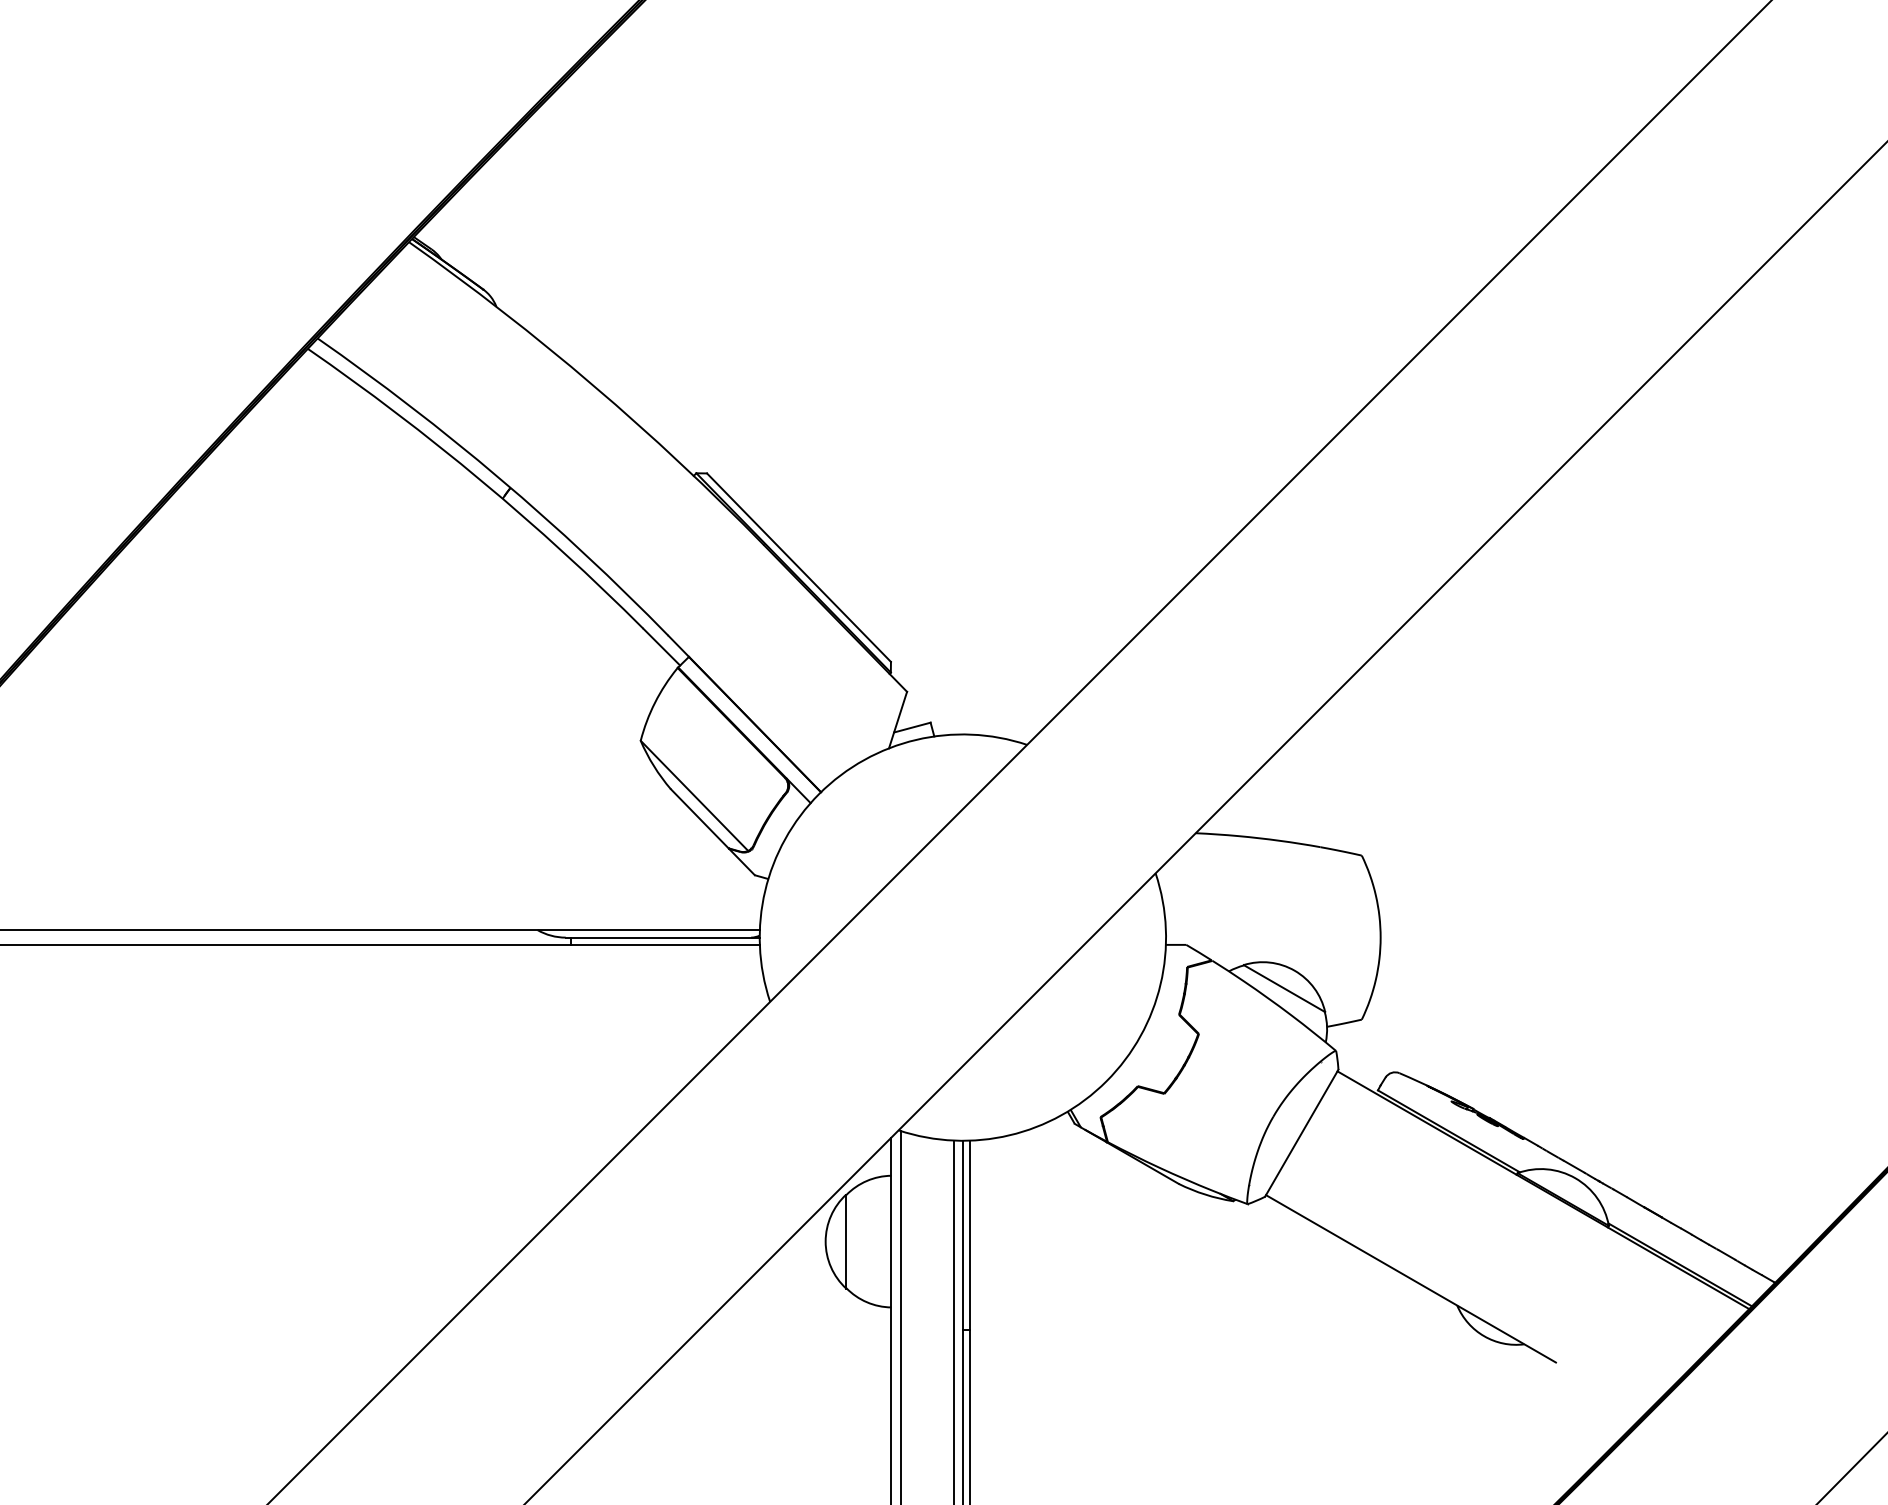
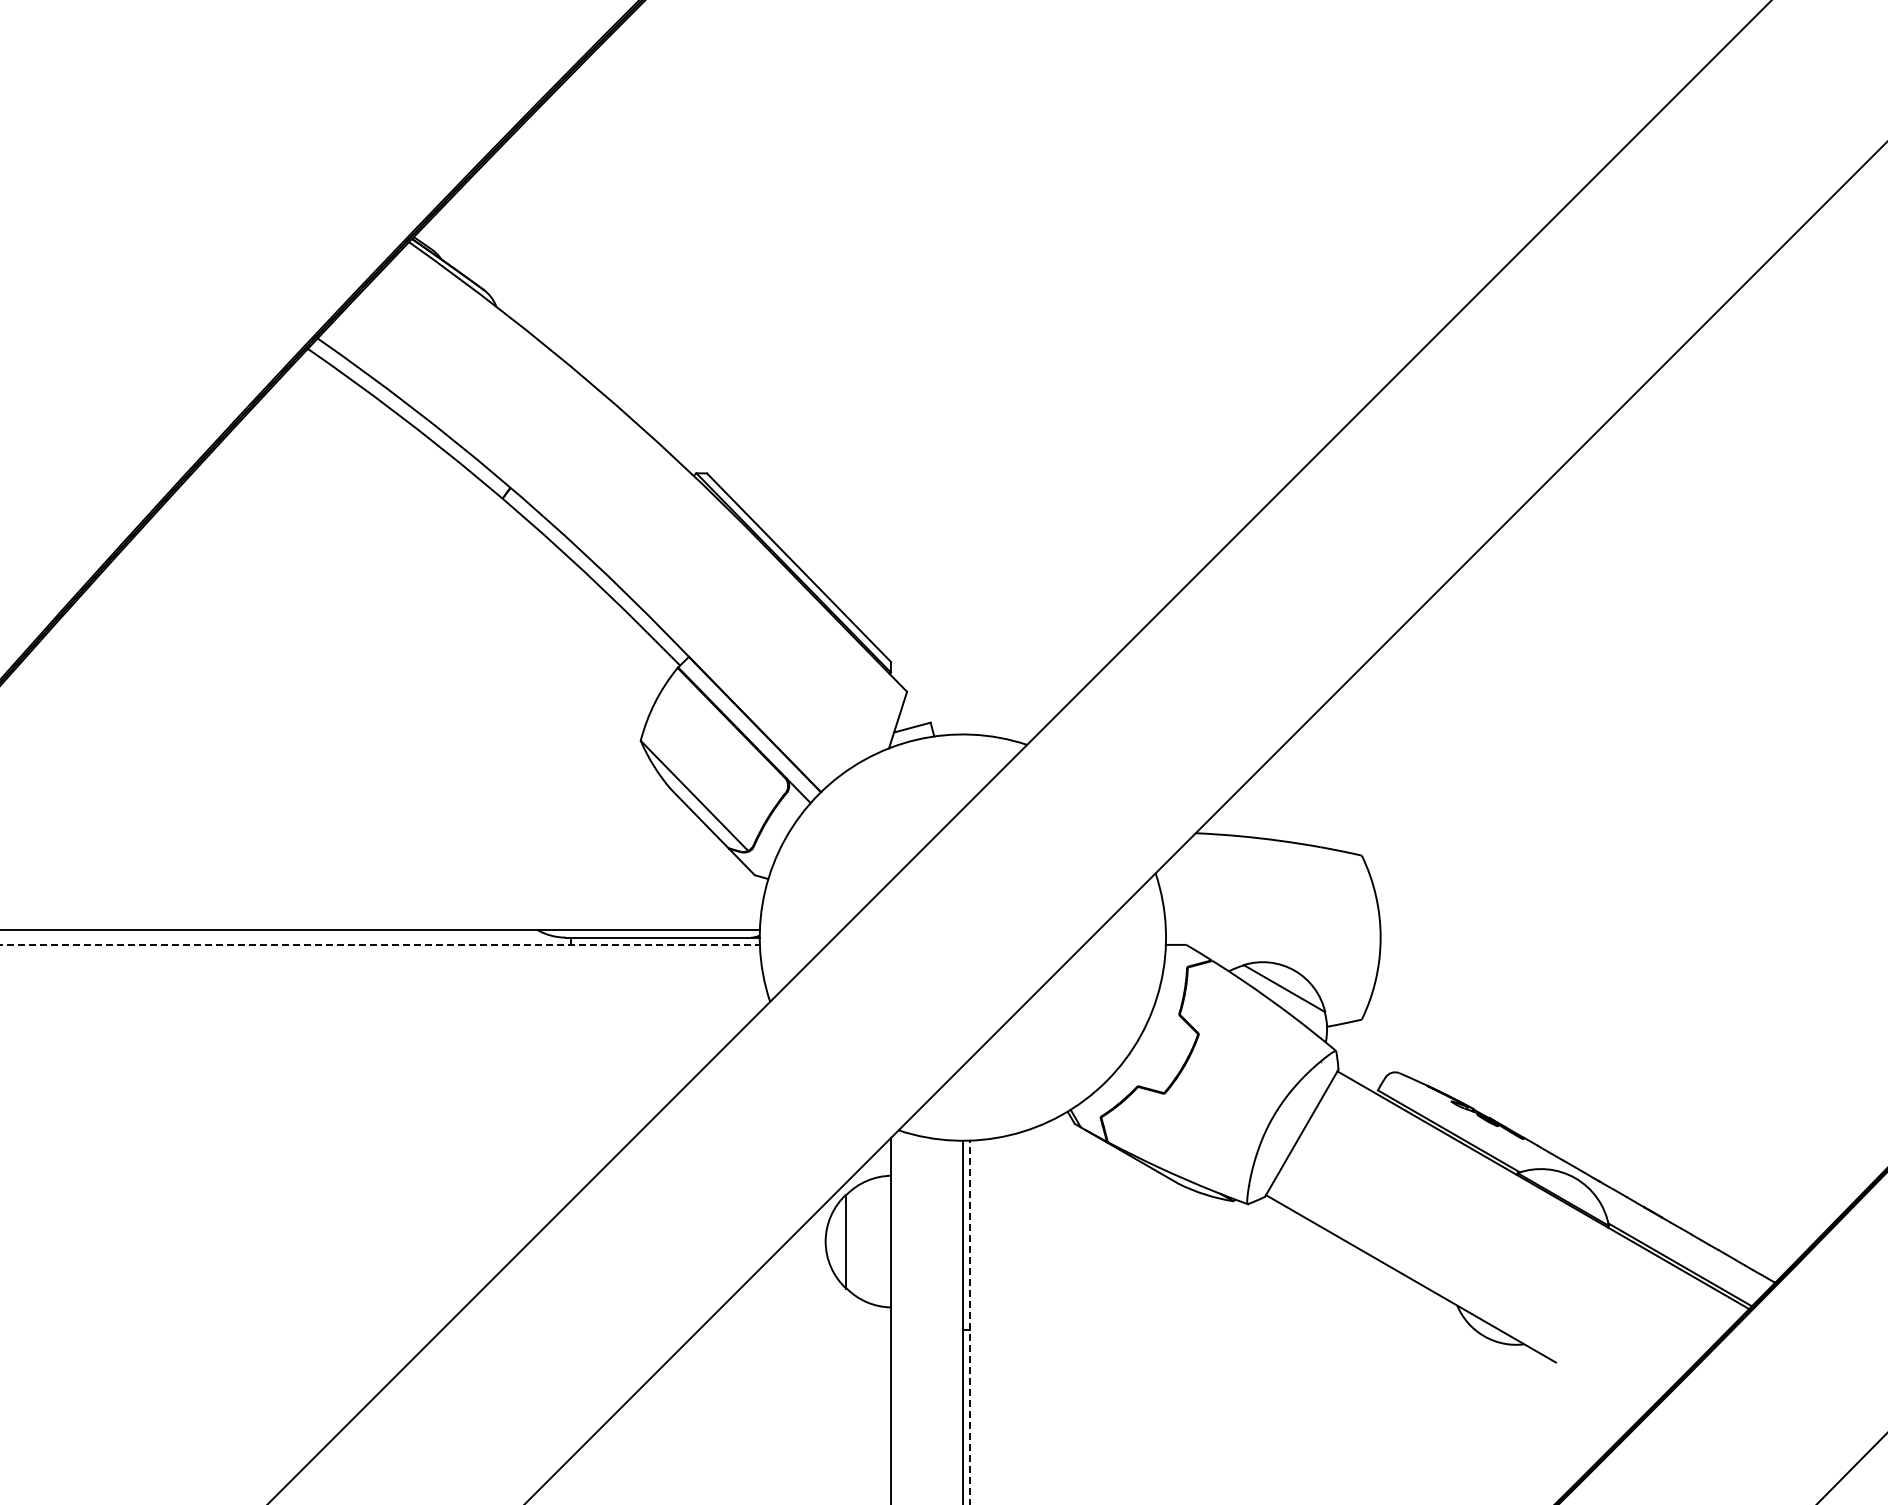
line at (380, 945): solid -> dashed
line at (900, 1316): present -> none
line at (953, 1320): present -> none
line at (970, 1322): solid -> dashed
